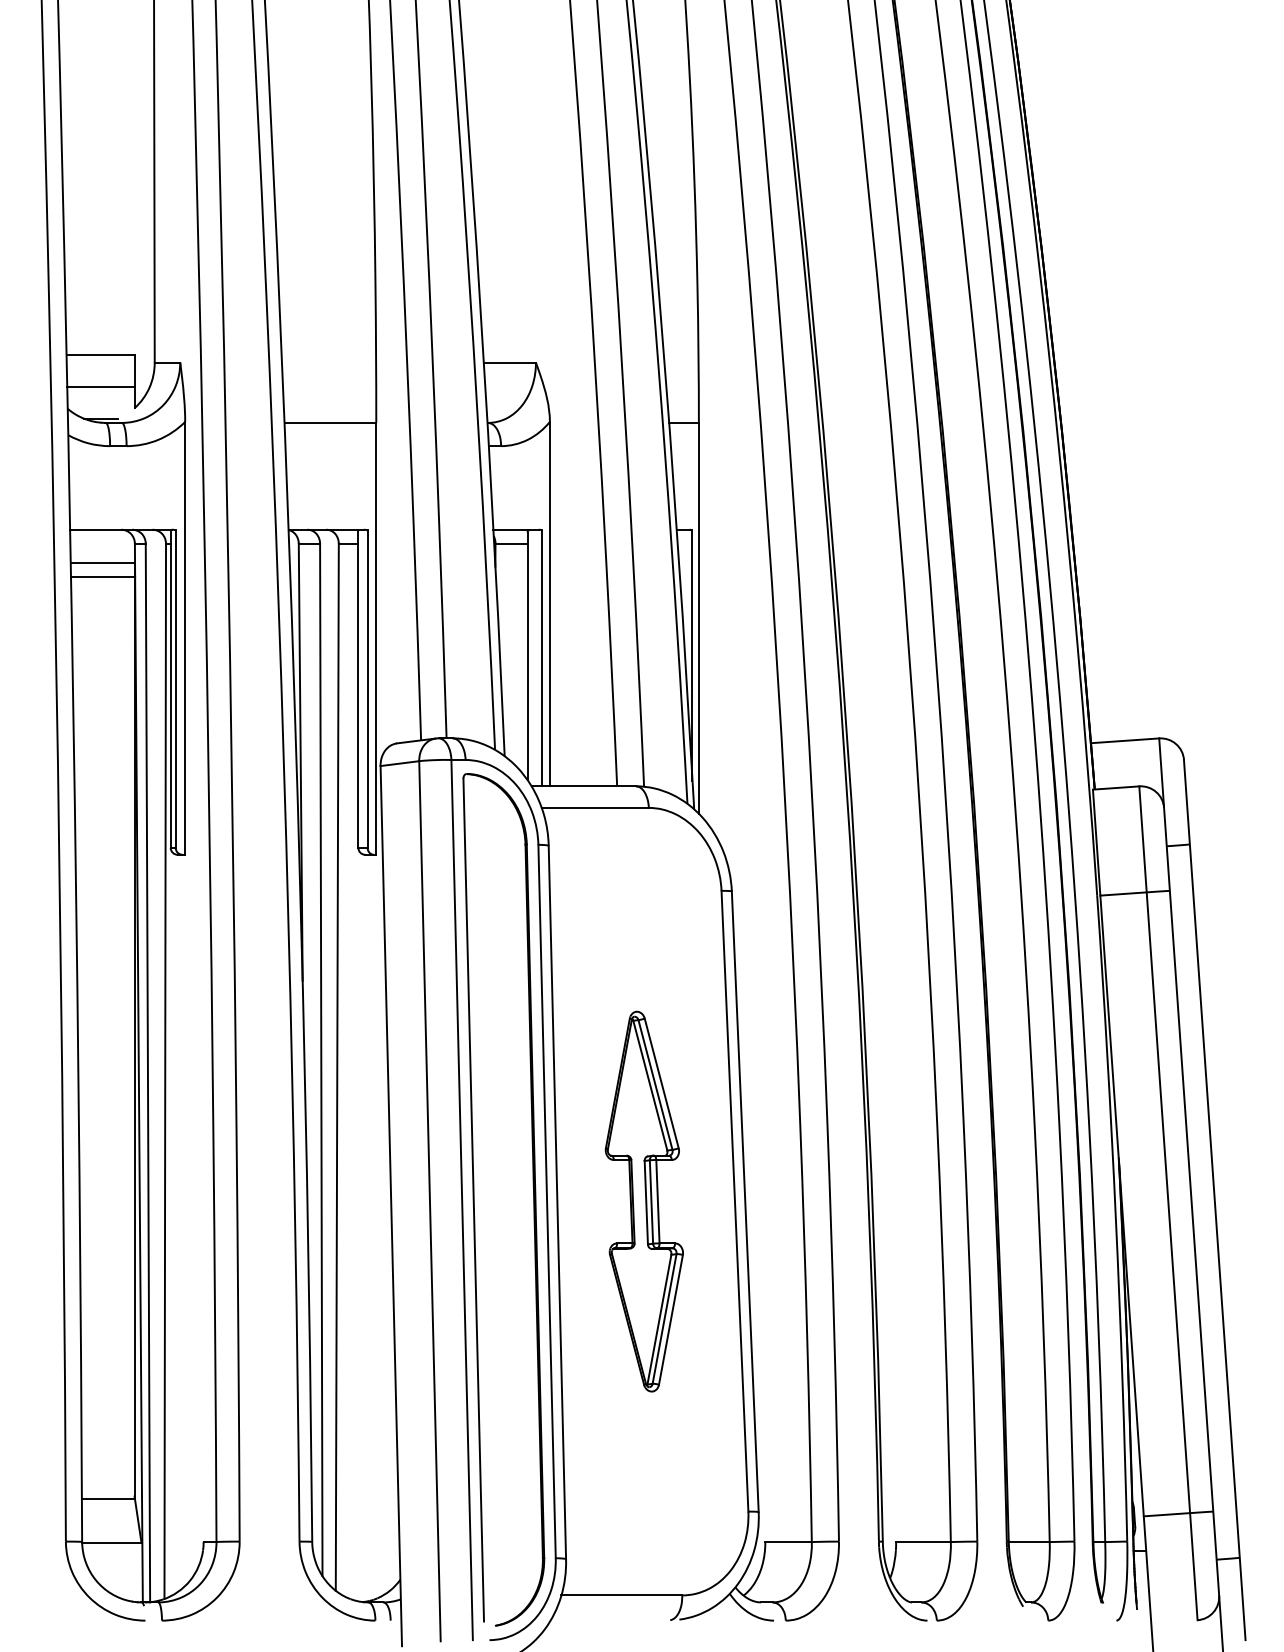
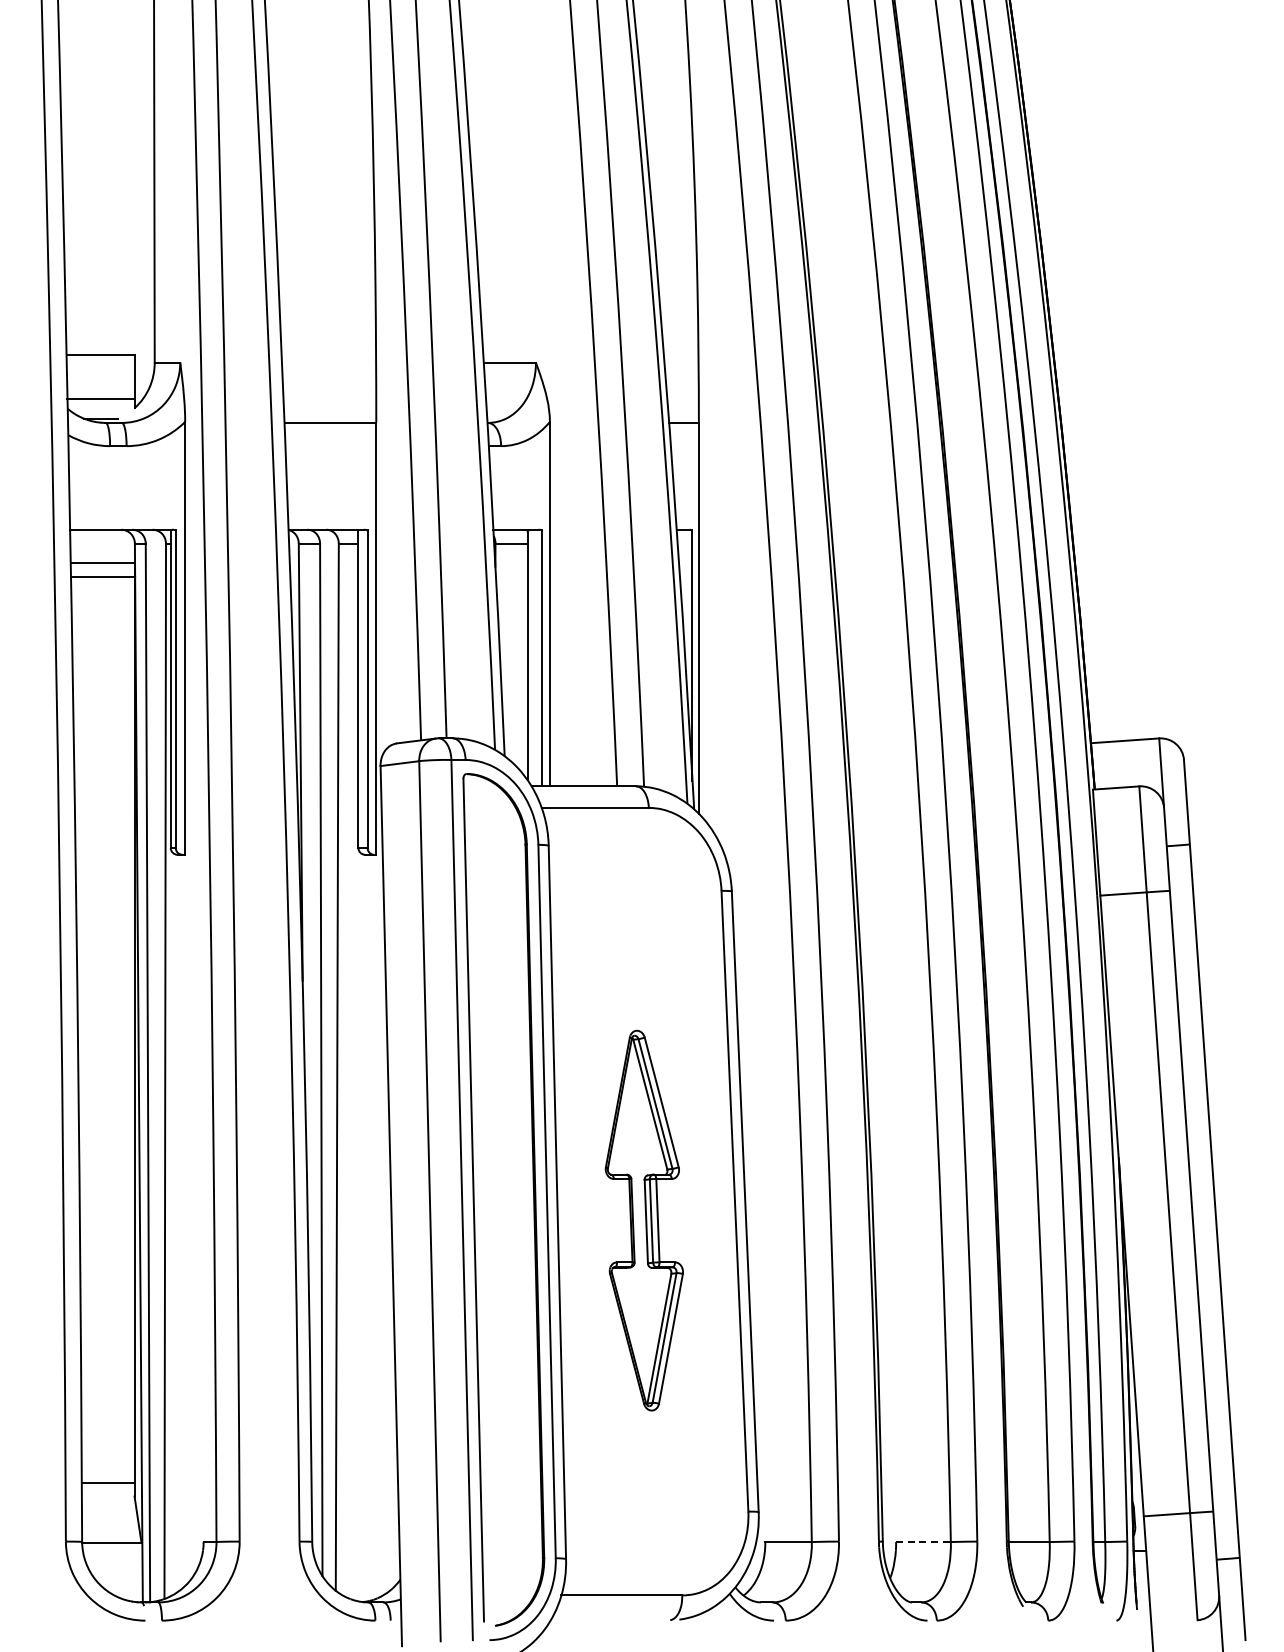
line at (100, 386) position: (100, 386) -> (100, 398)
part at (643, 1201) position: (643, 1201) -> (643, 1220)
line at (107, 1499) position: (107, 1499) -> (107, 1483)
line at (923, 1542): solid -> dashed
